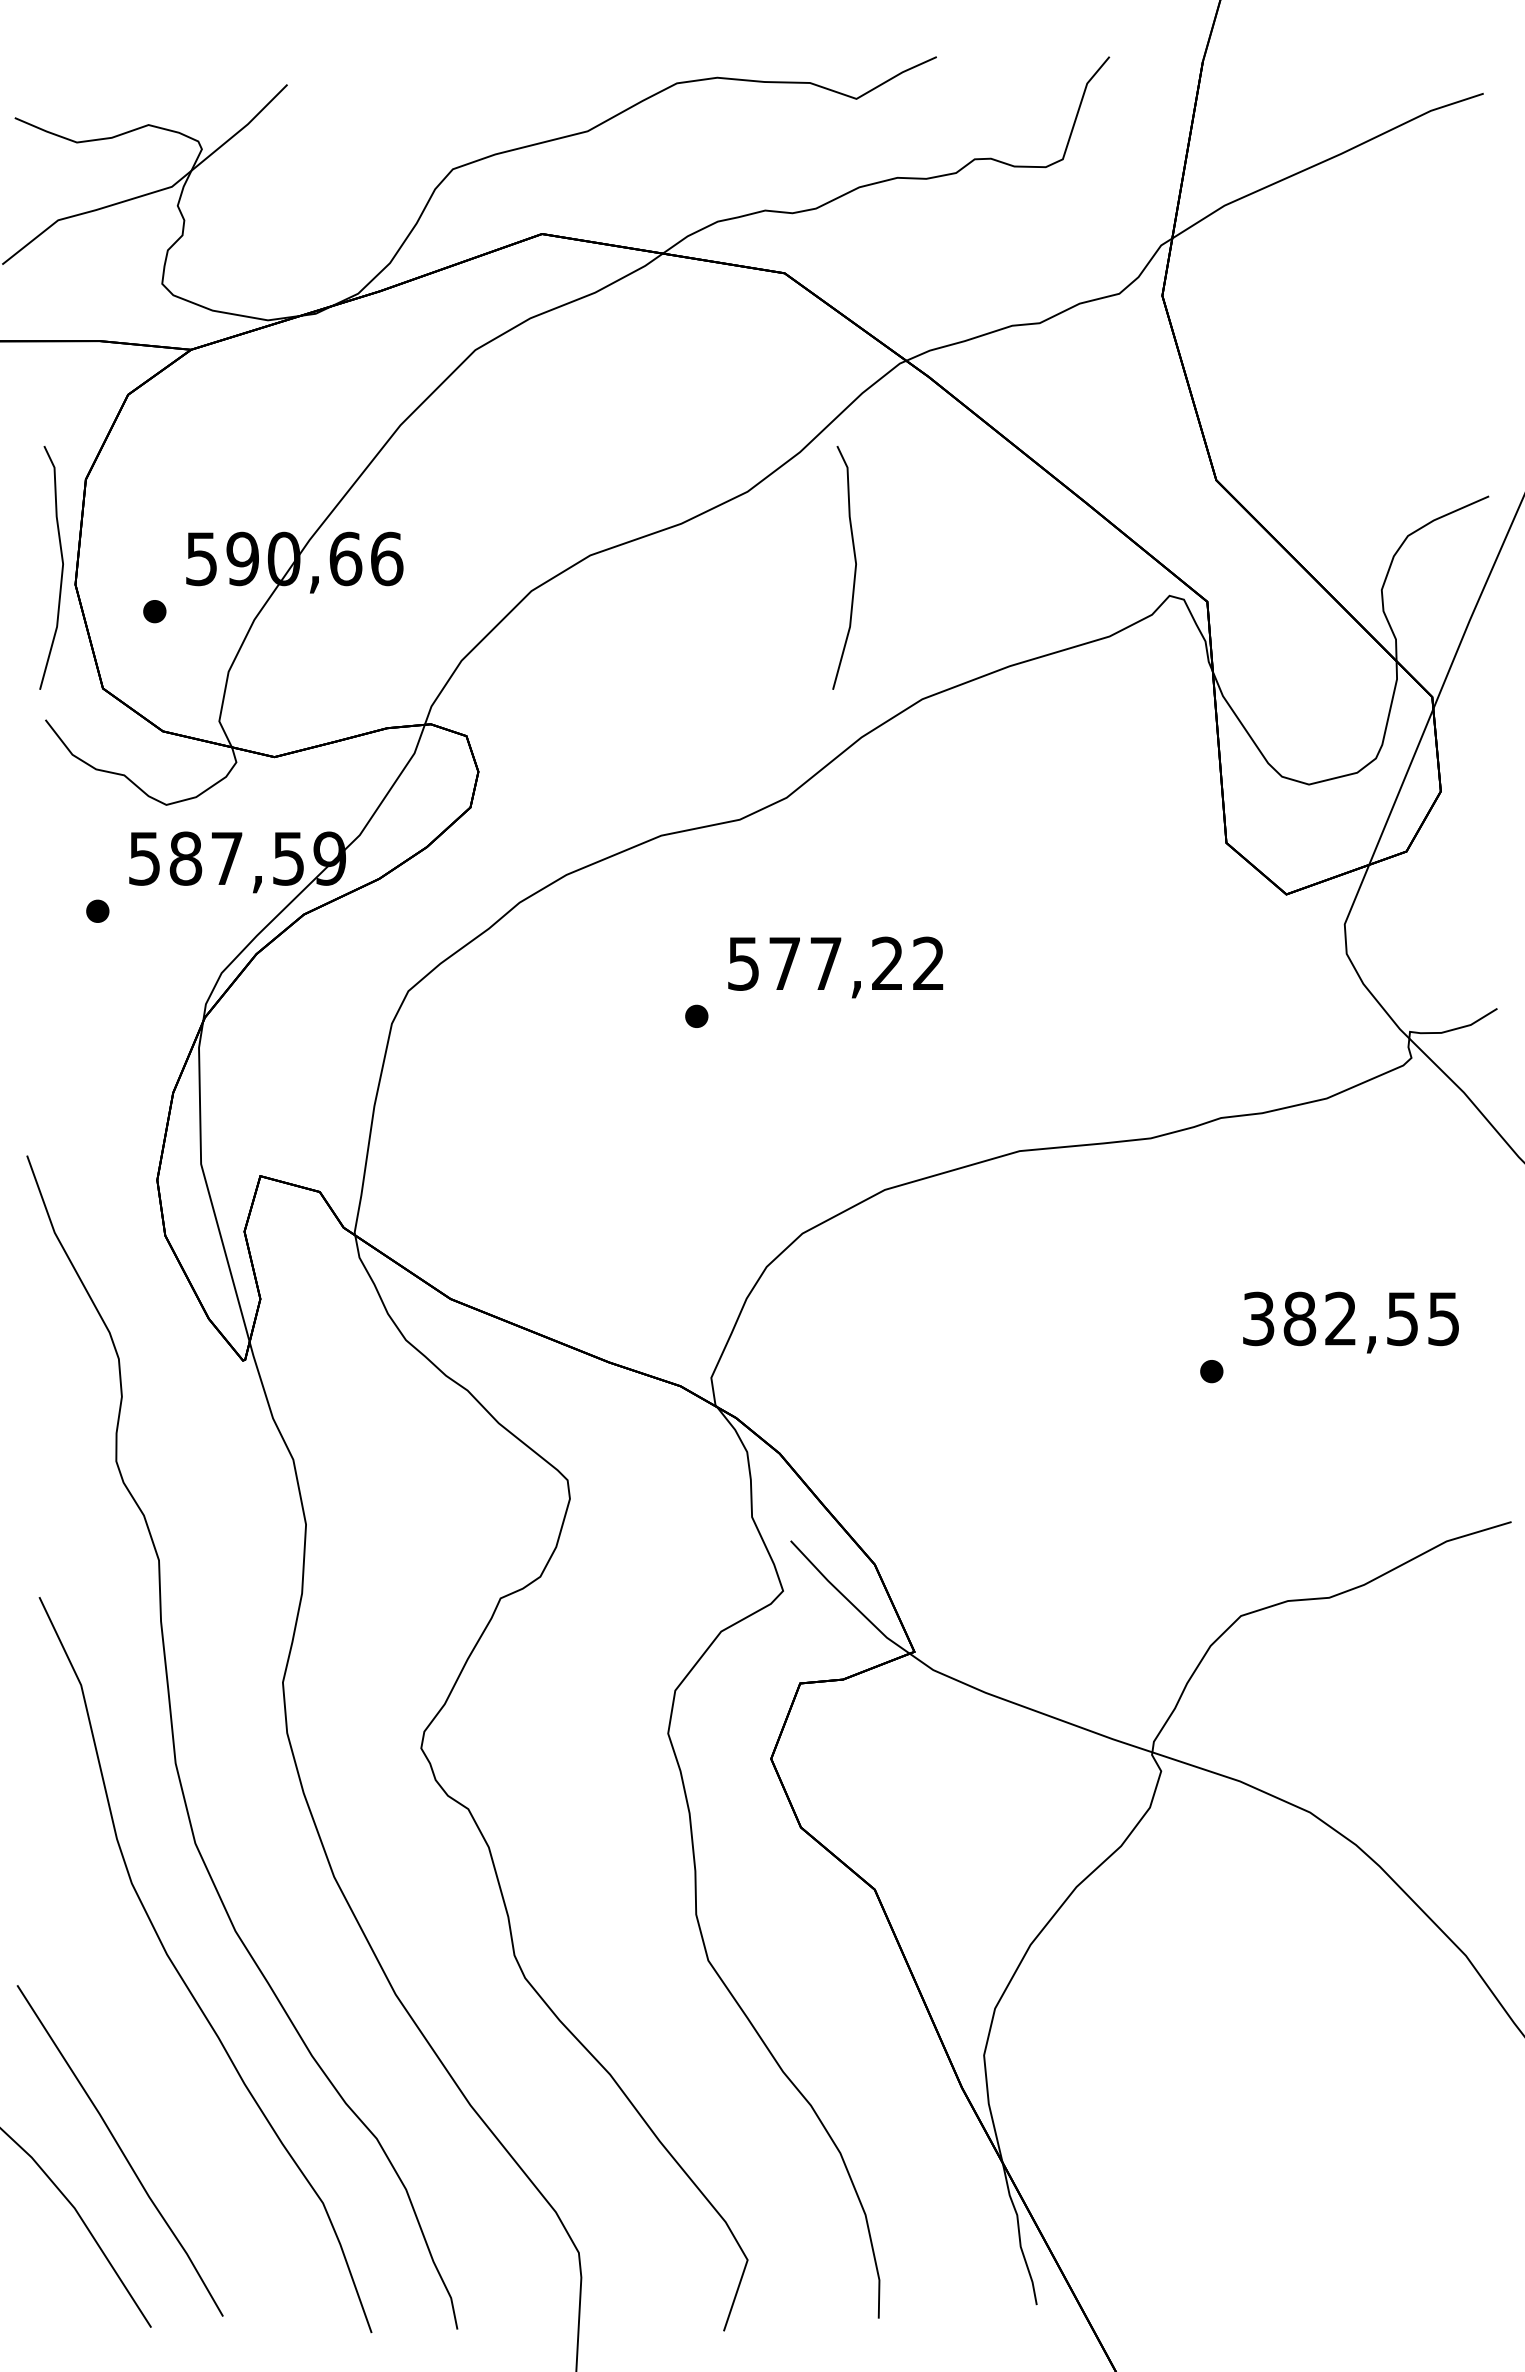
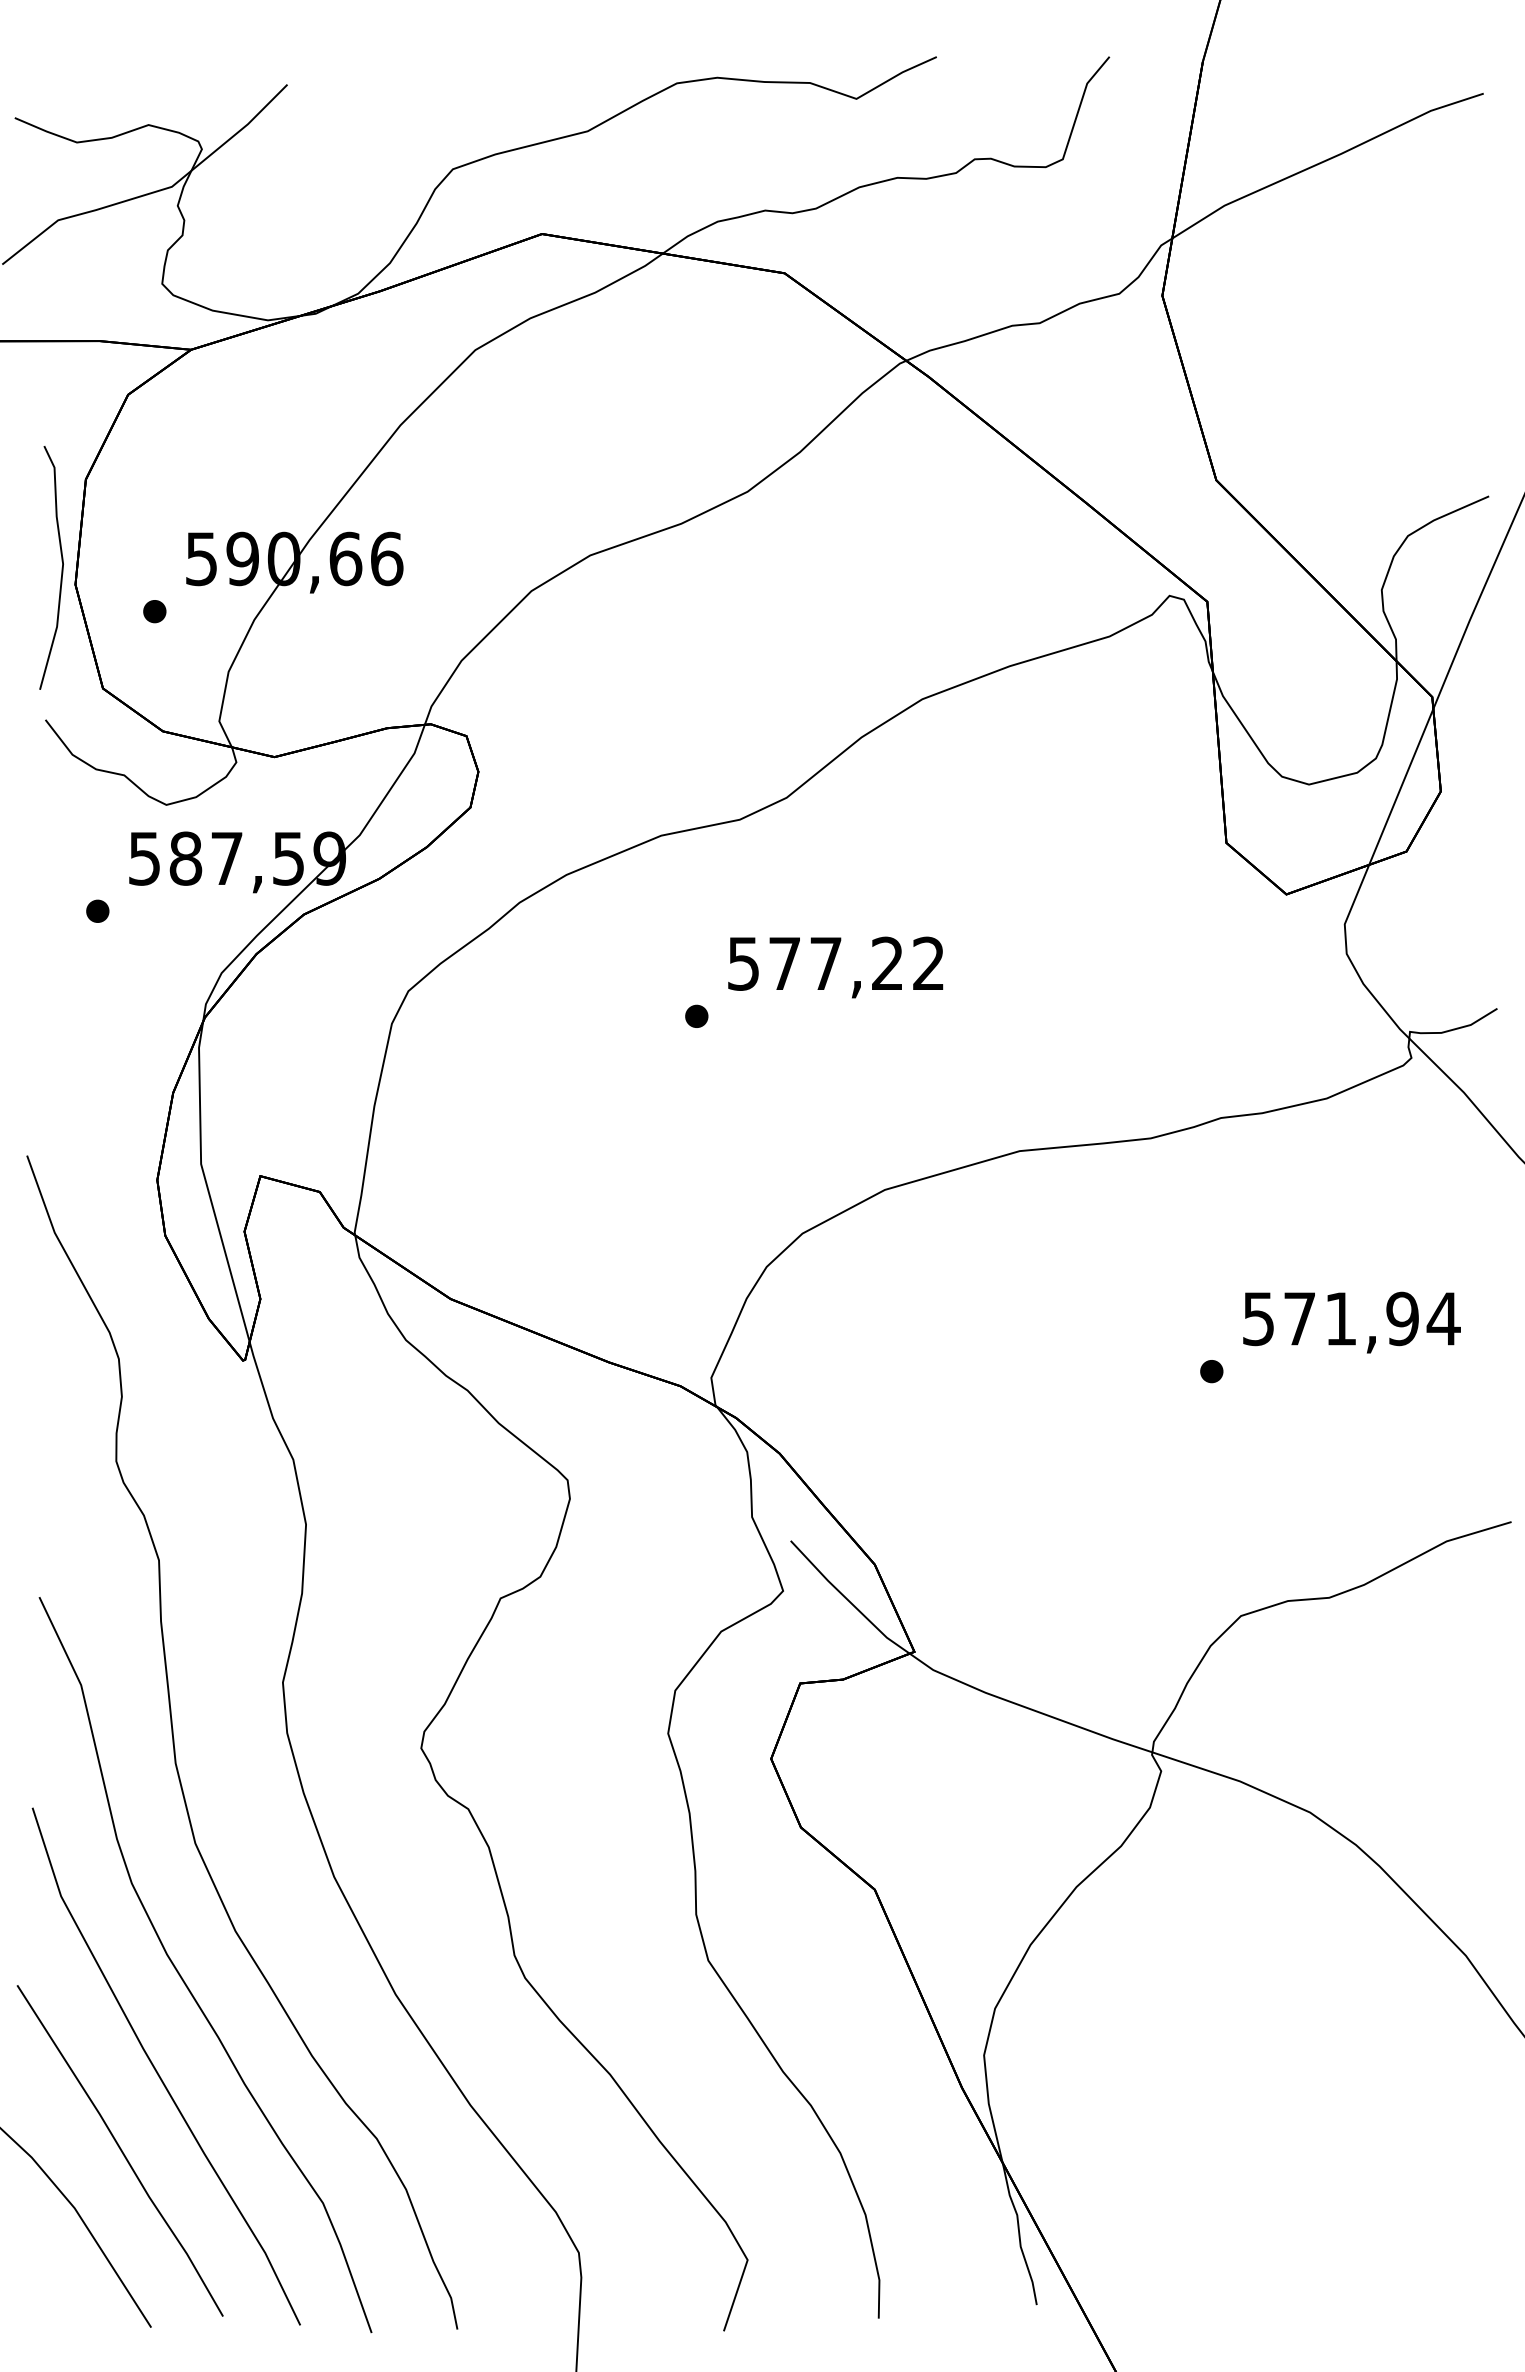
curve at (854, 567): present -> none
text at (1351, 1318): 382,55 -> 571,94
curve at (158, 2072): none -> present
